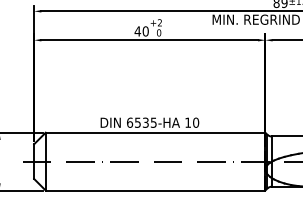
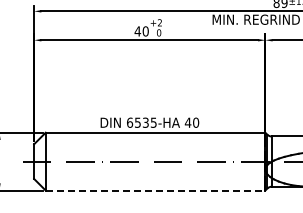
text at (187, 122): 10 -> 40
line at (155, 190): solid -> dashed
